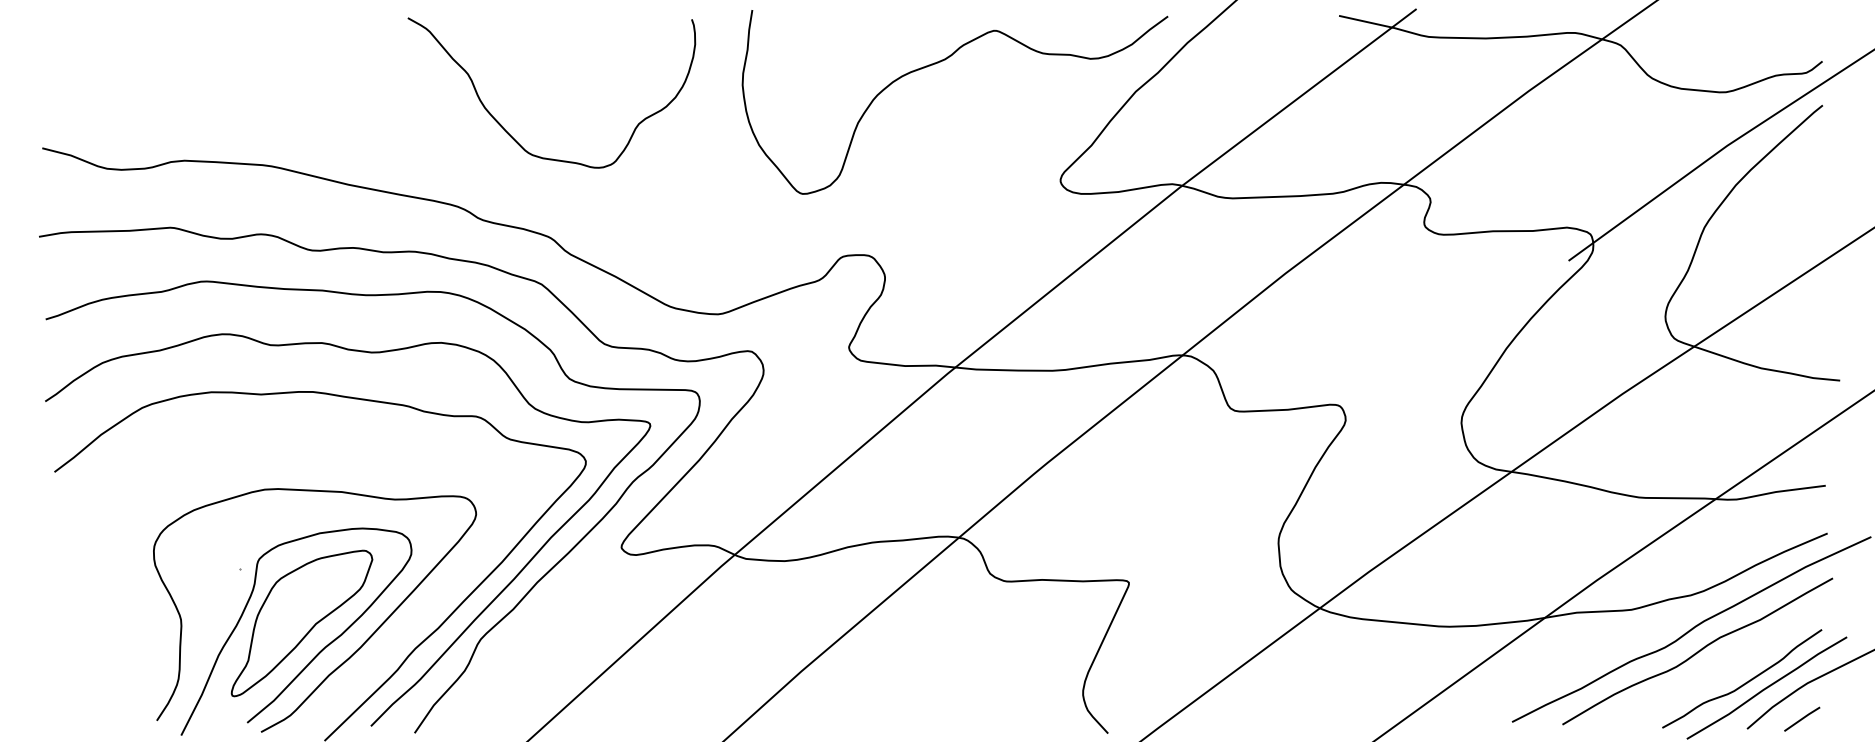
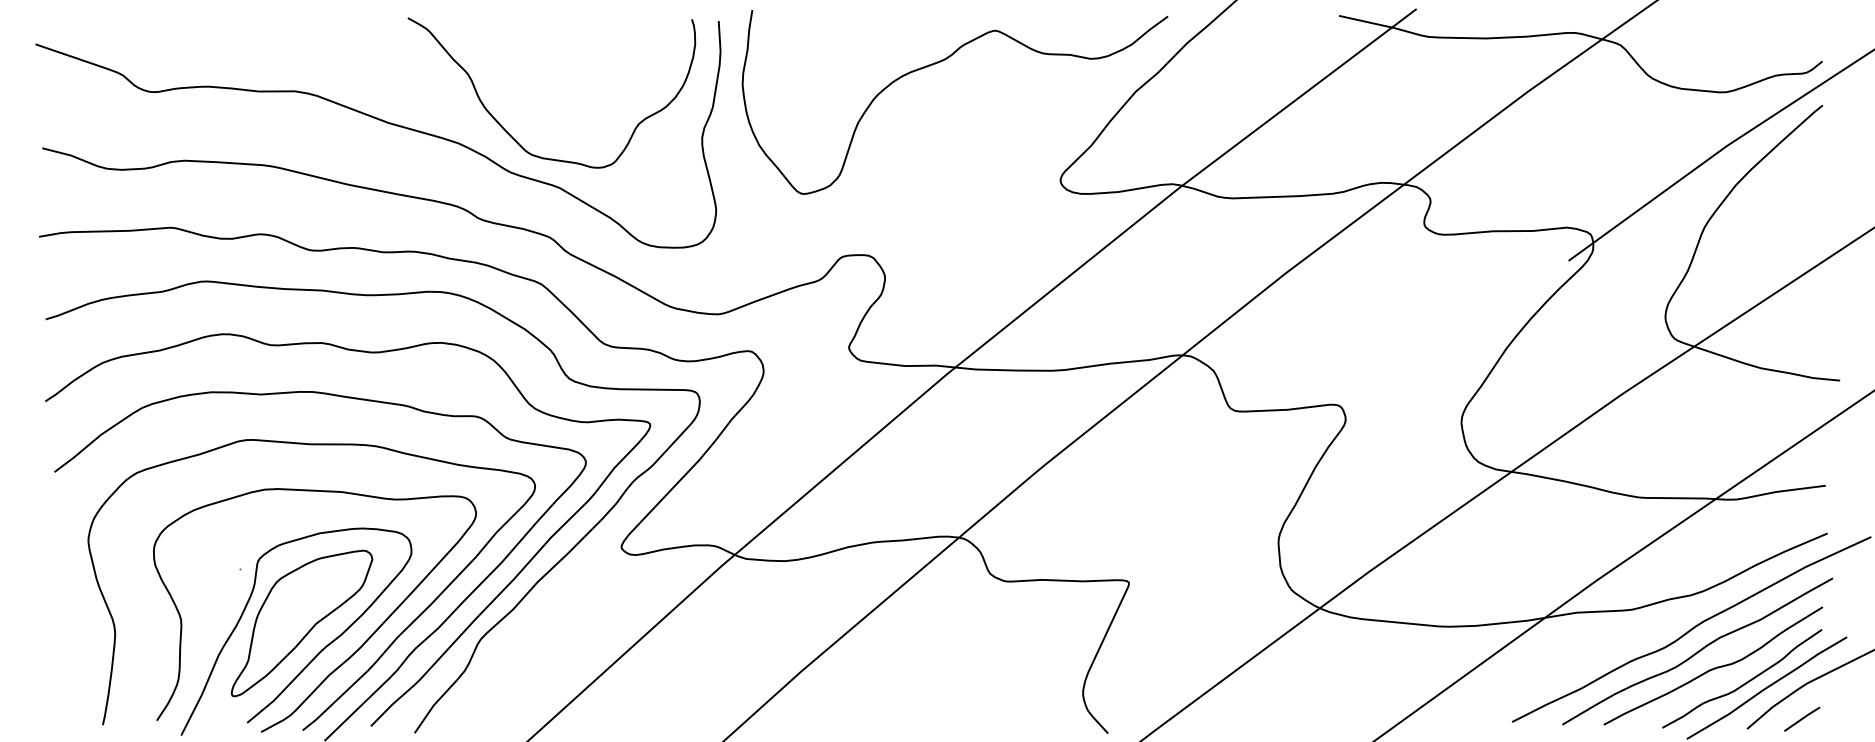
curve at (381, 121): none -> present
curve at (384, 650): none -> present
curve at (1714, 667): none -> present
